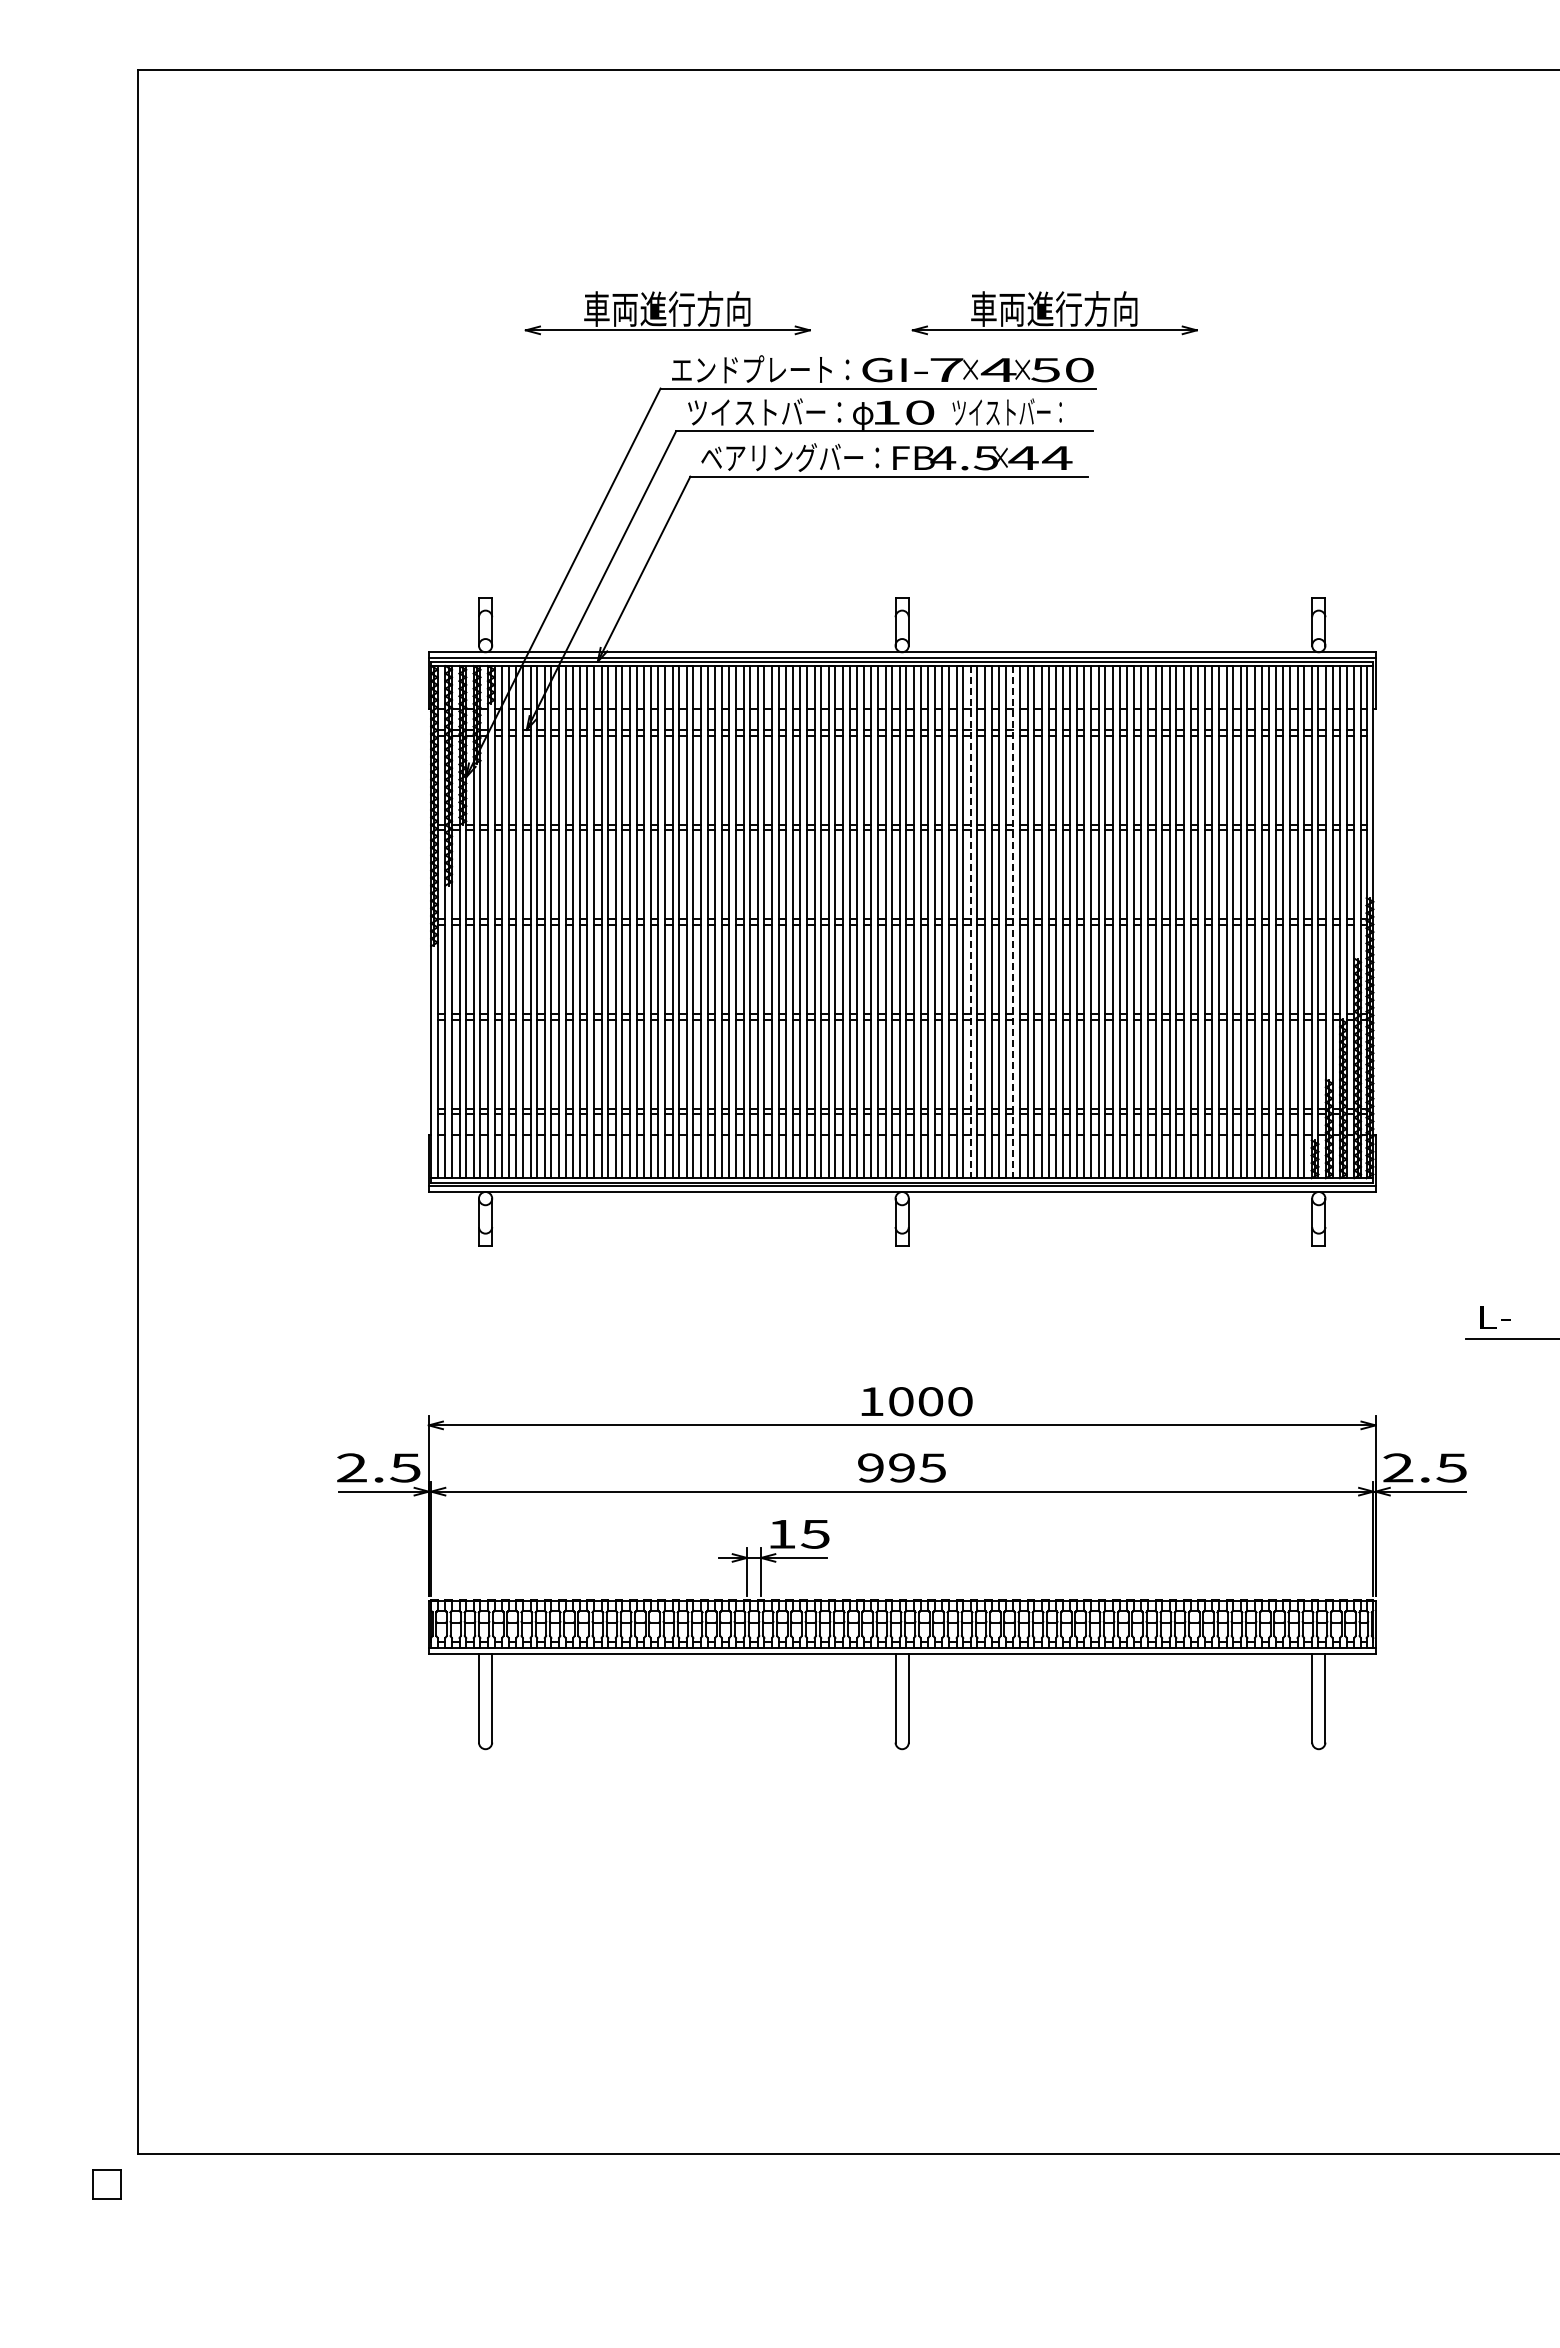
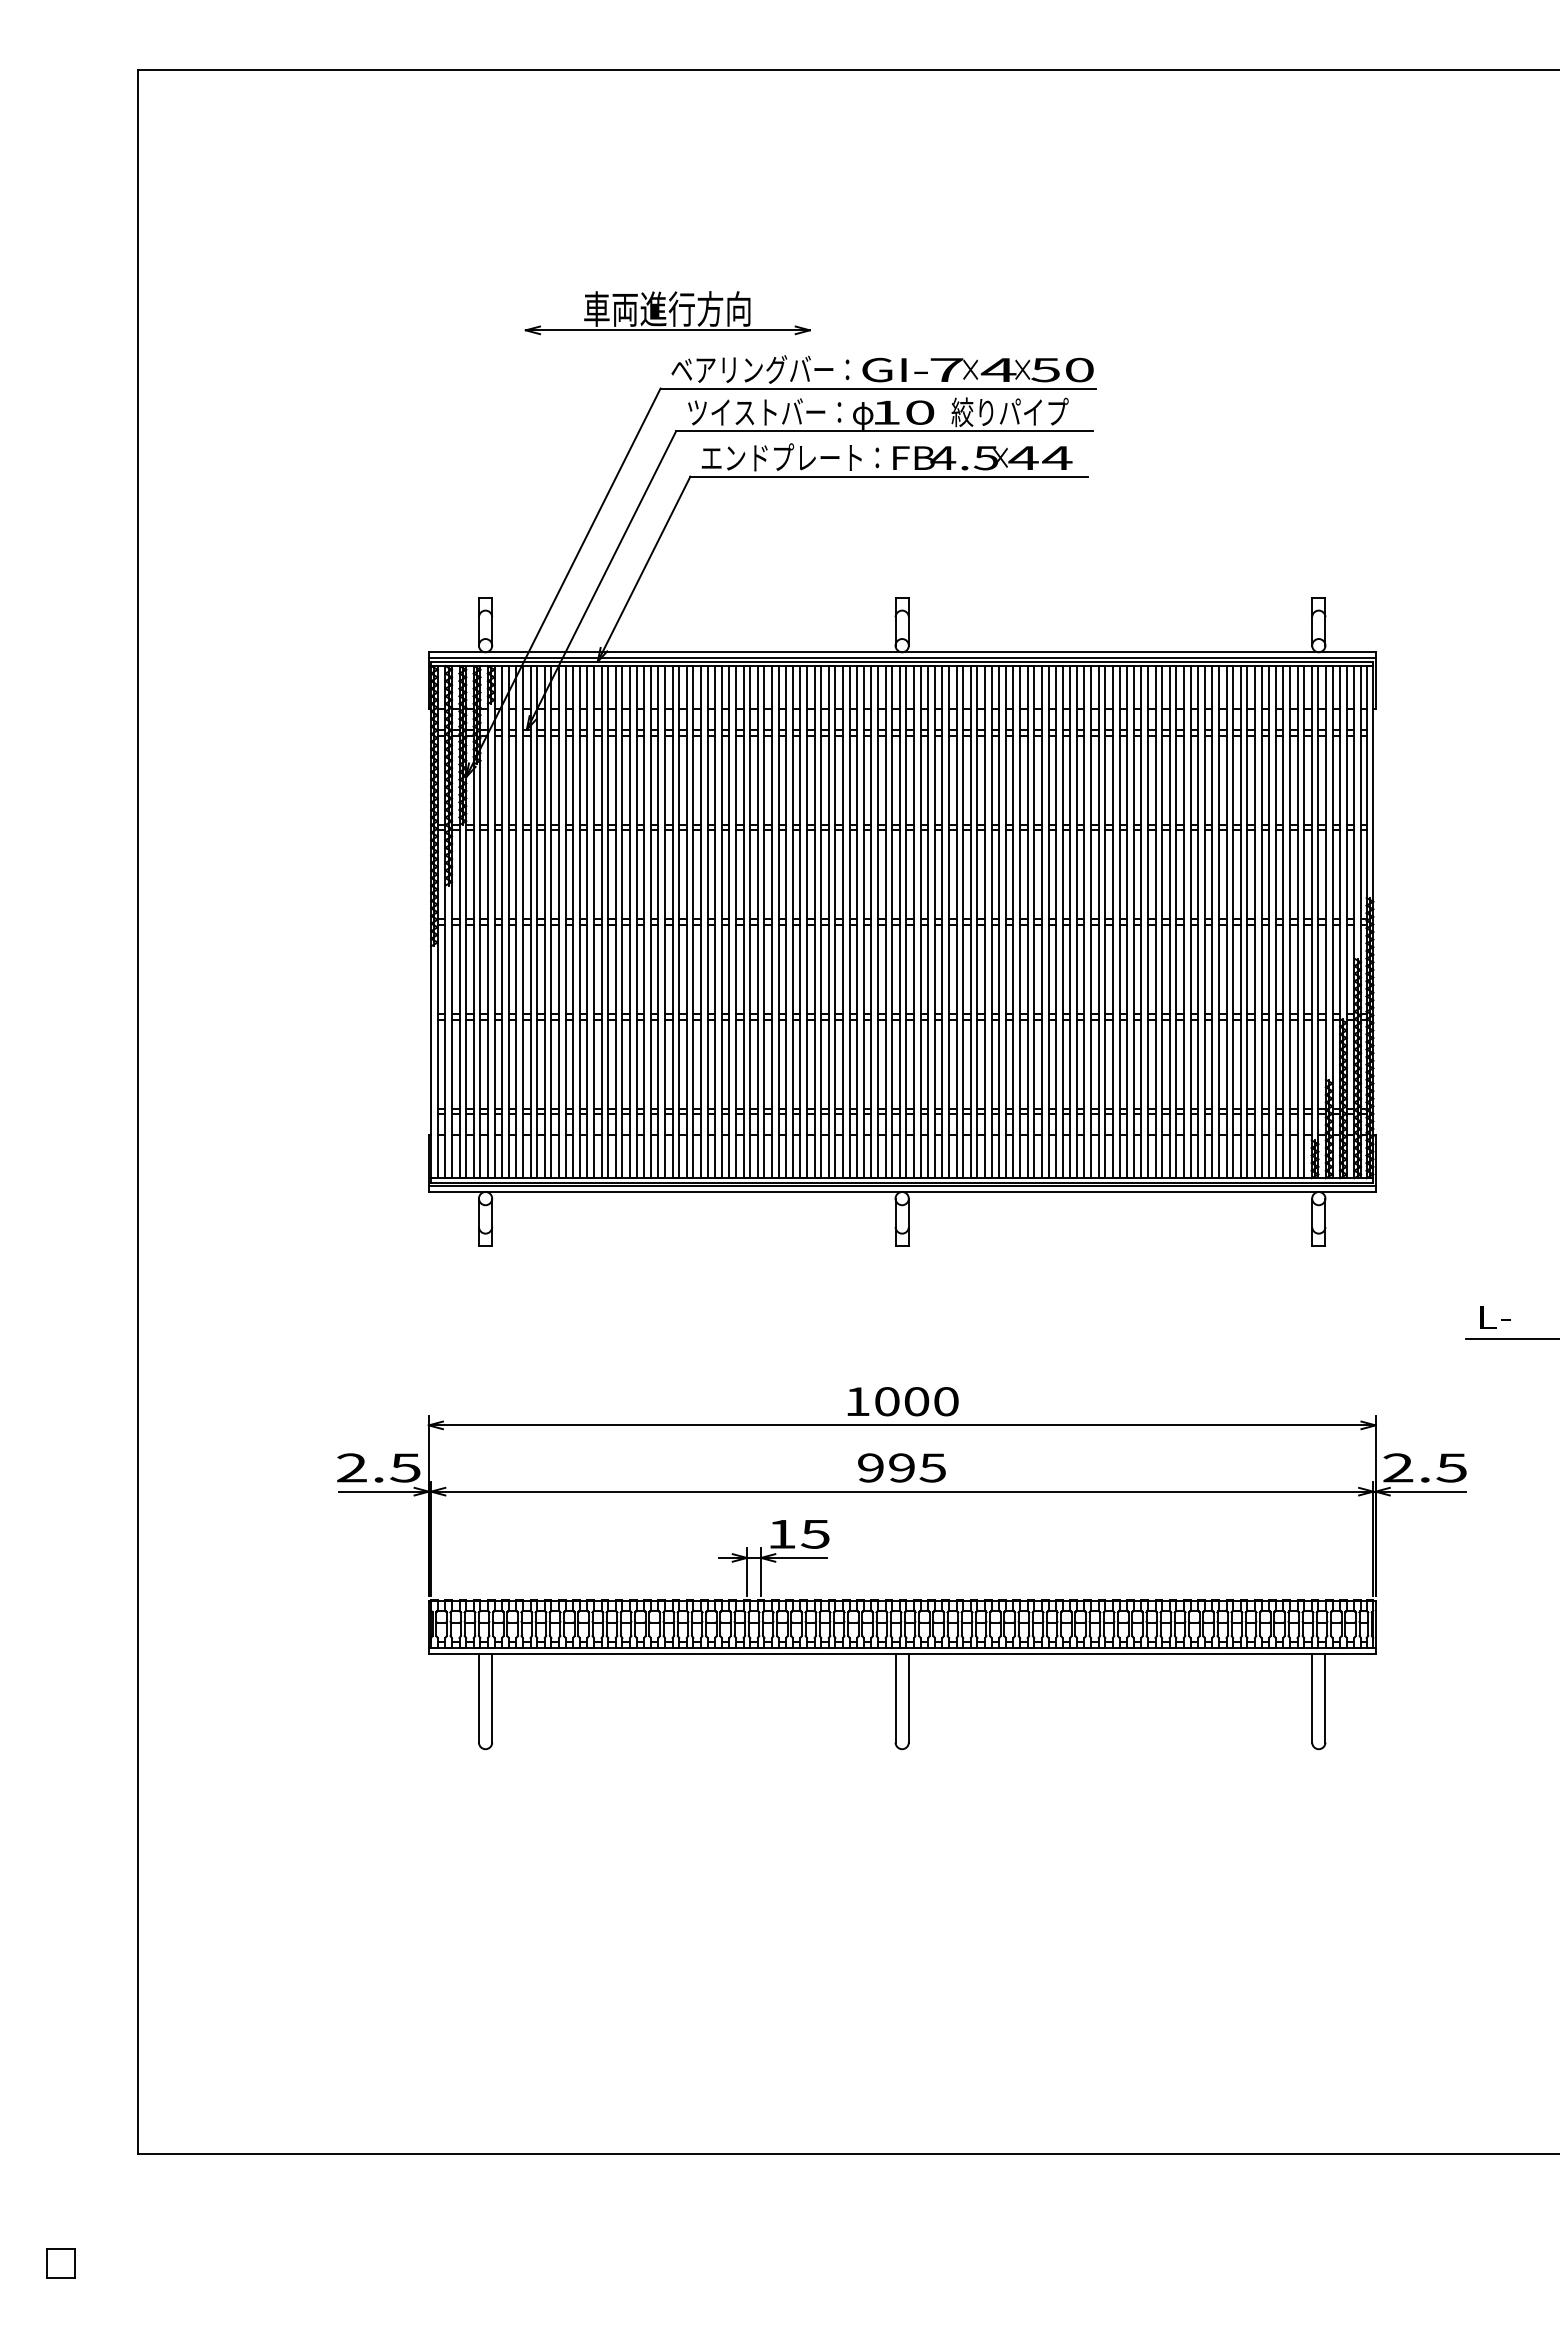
part at (1054, 313): present -> none
text at (752, 369): エンドプレート： -> ベアリングバー：
text at (1009, 412): ツイストバー： -> 絞りパイプ
text at (782, 457): ベアリングバー： -> エンドプレート：
line at (970, 922): dashed -> solid
line at (1013, 922): dashed -> solid
text at (916, 1401) position: (916, 1401) -> (902, 1401)
part at (106, 2184) position: (106, 2184) -> (60, 2263)
